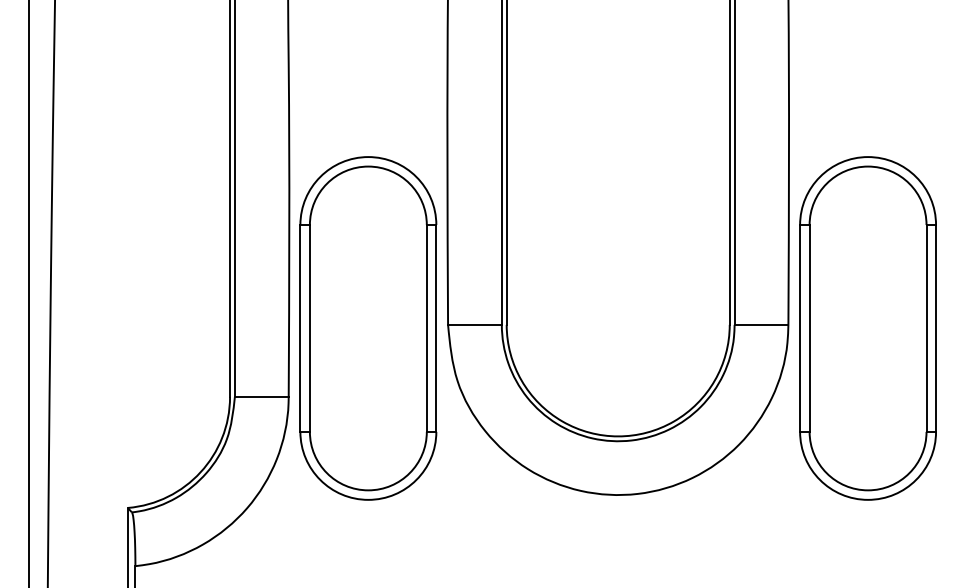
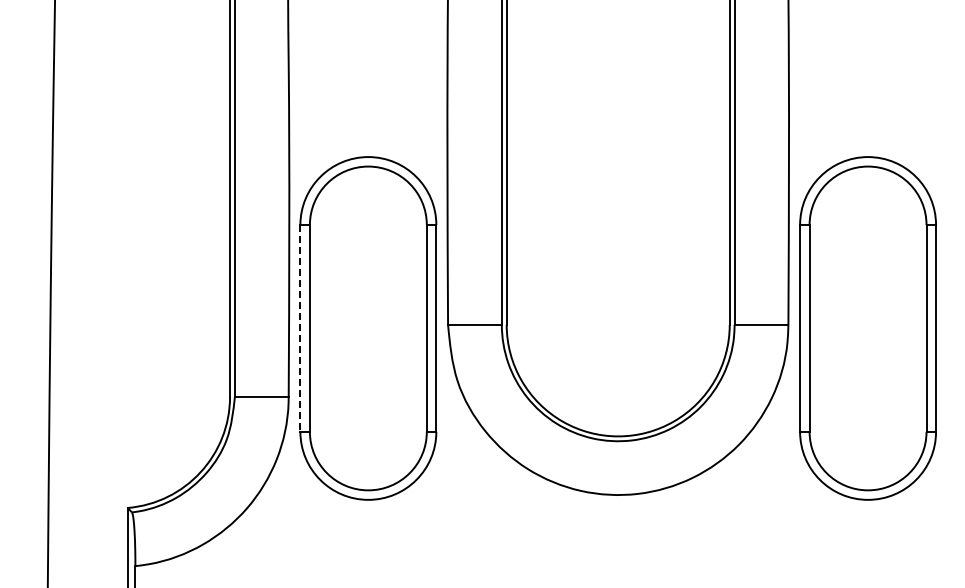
line at (28, 293): present -> none
line at (300, 328): solid -> dashed
